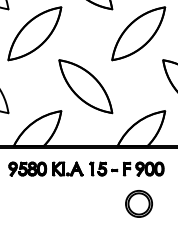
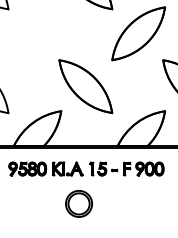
part at (34, 33): present -> none
part at (138, 203) position: (138, 203) -> (78, 203)
